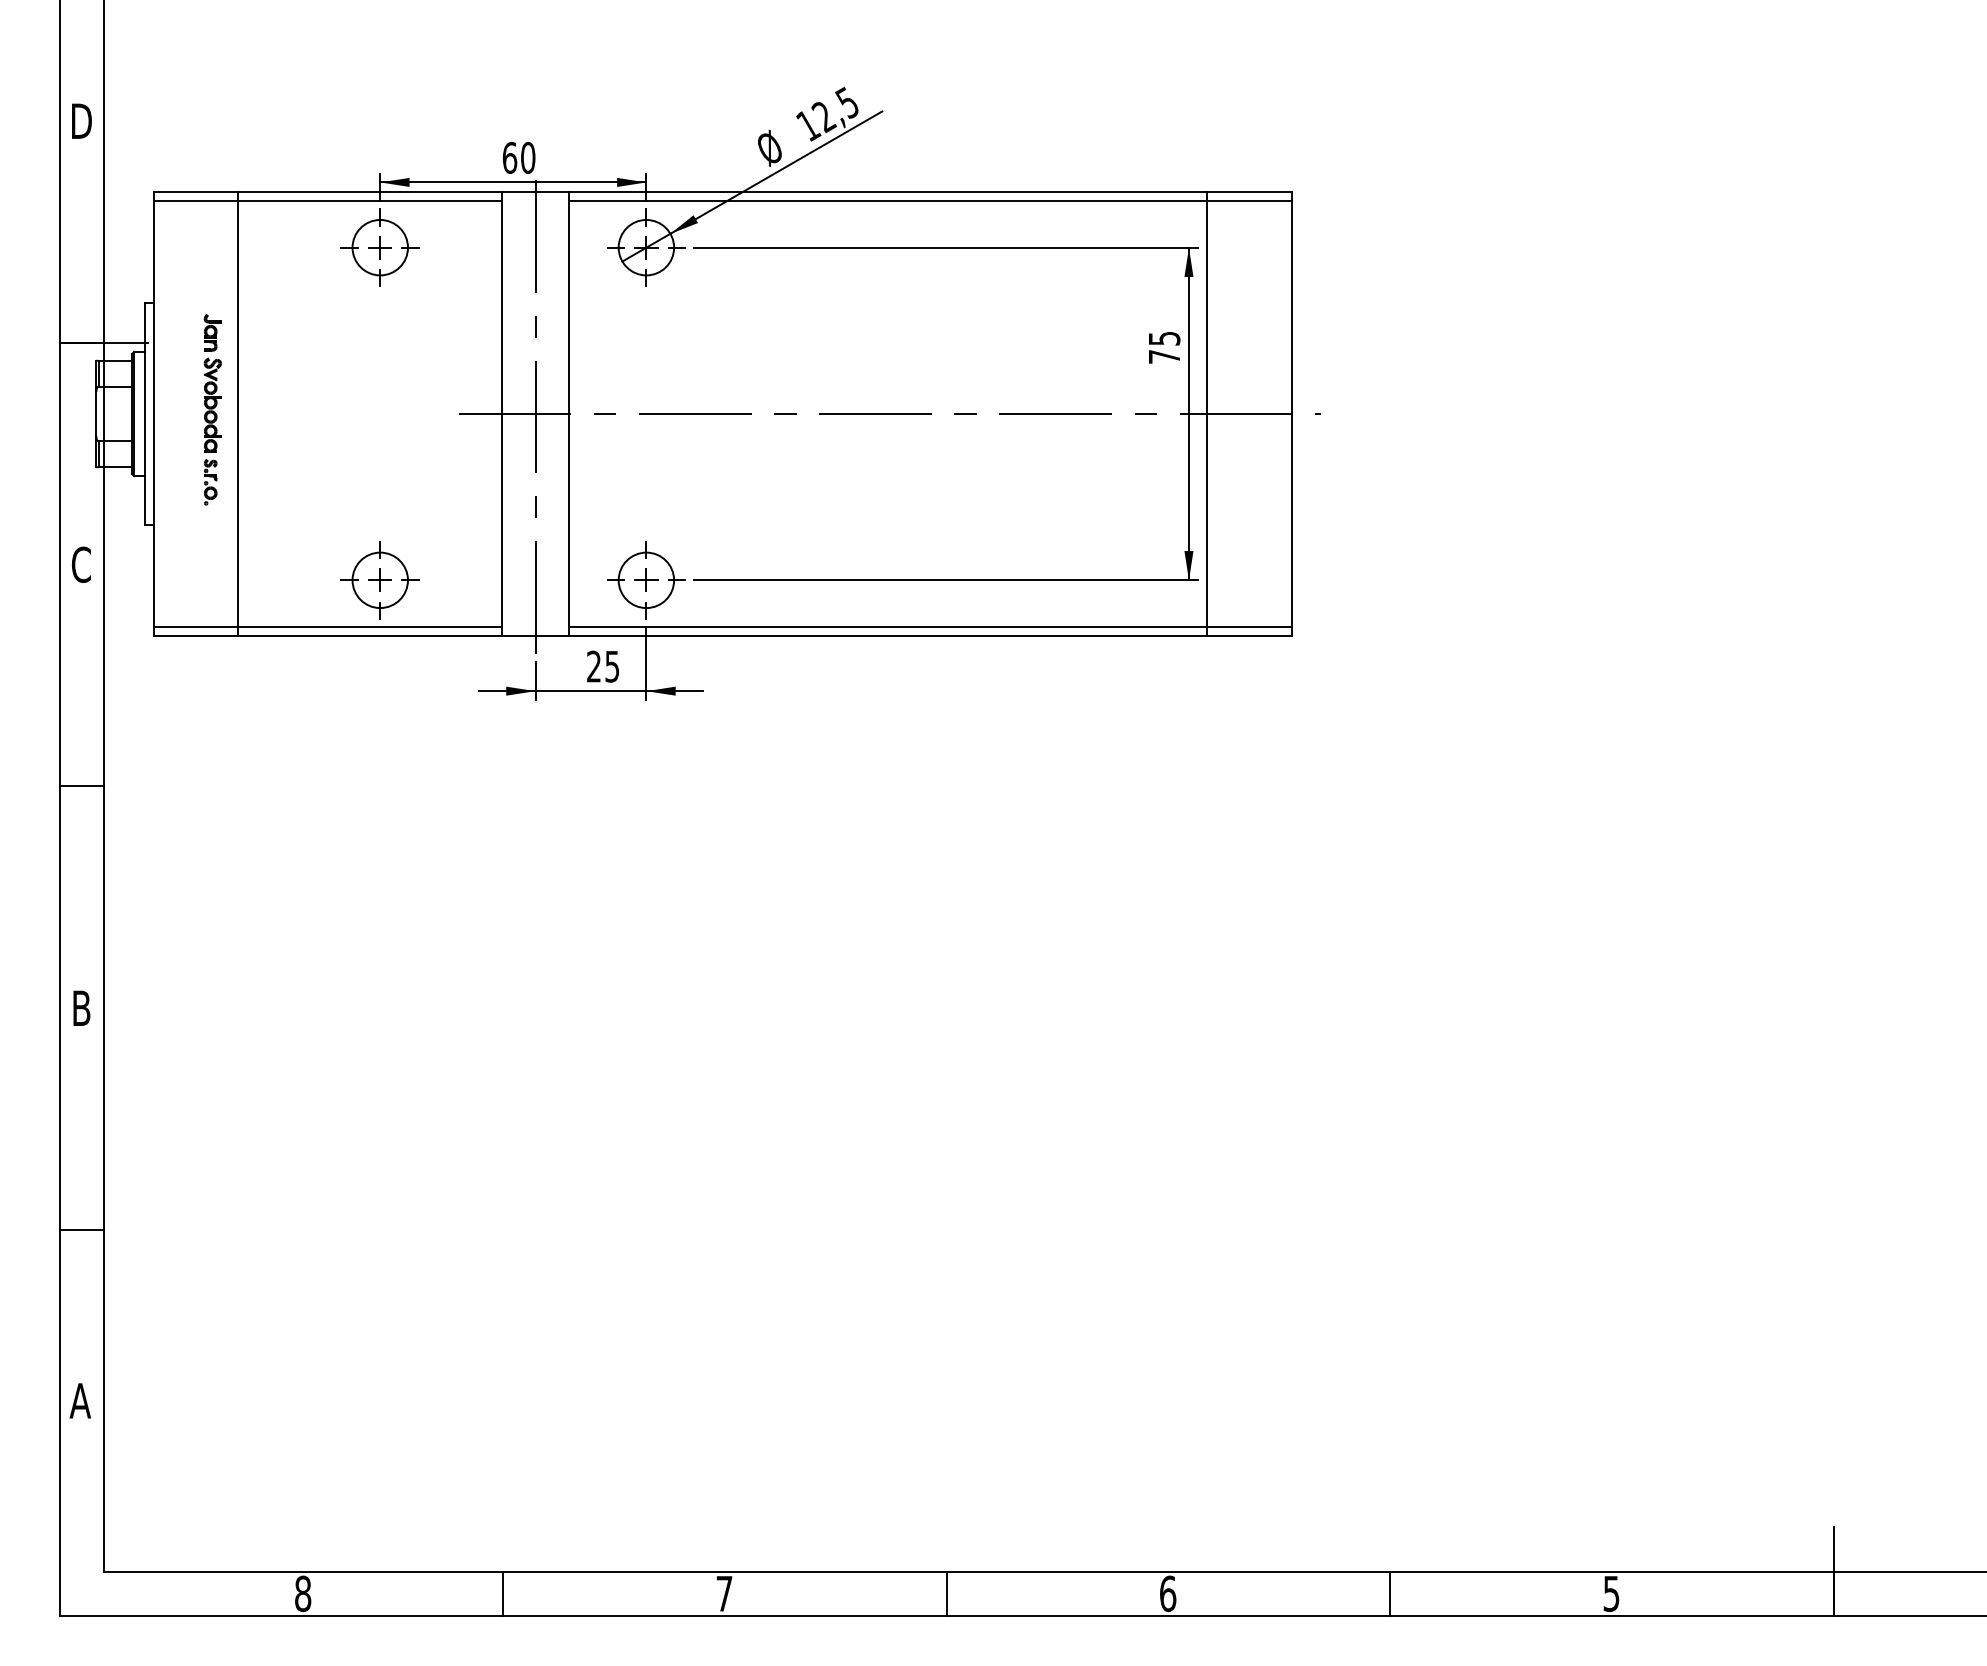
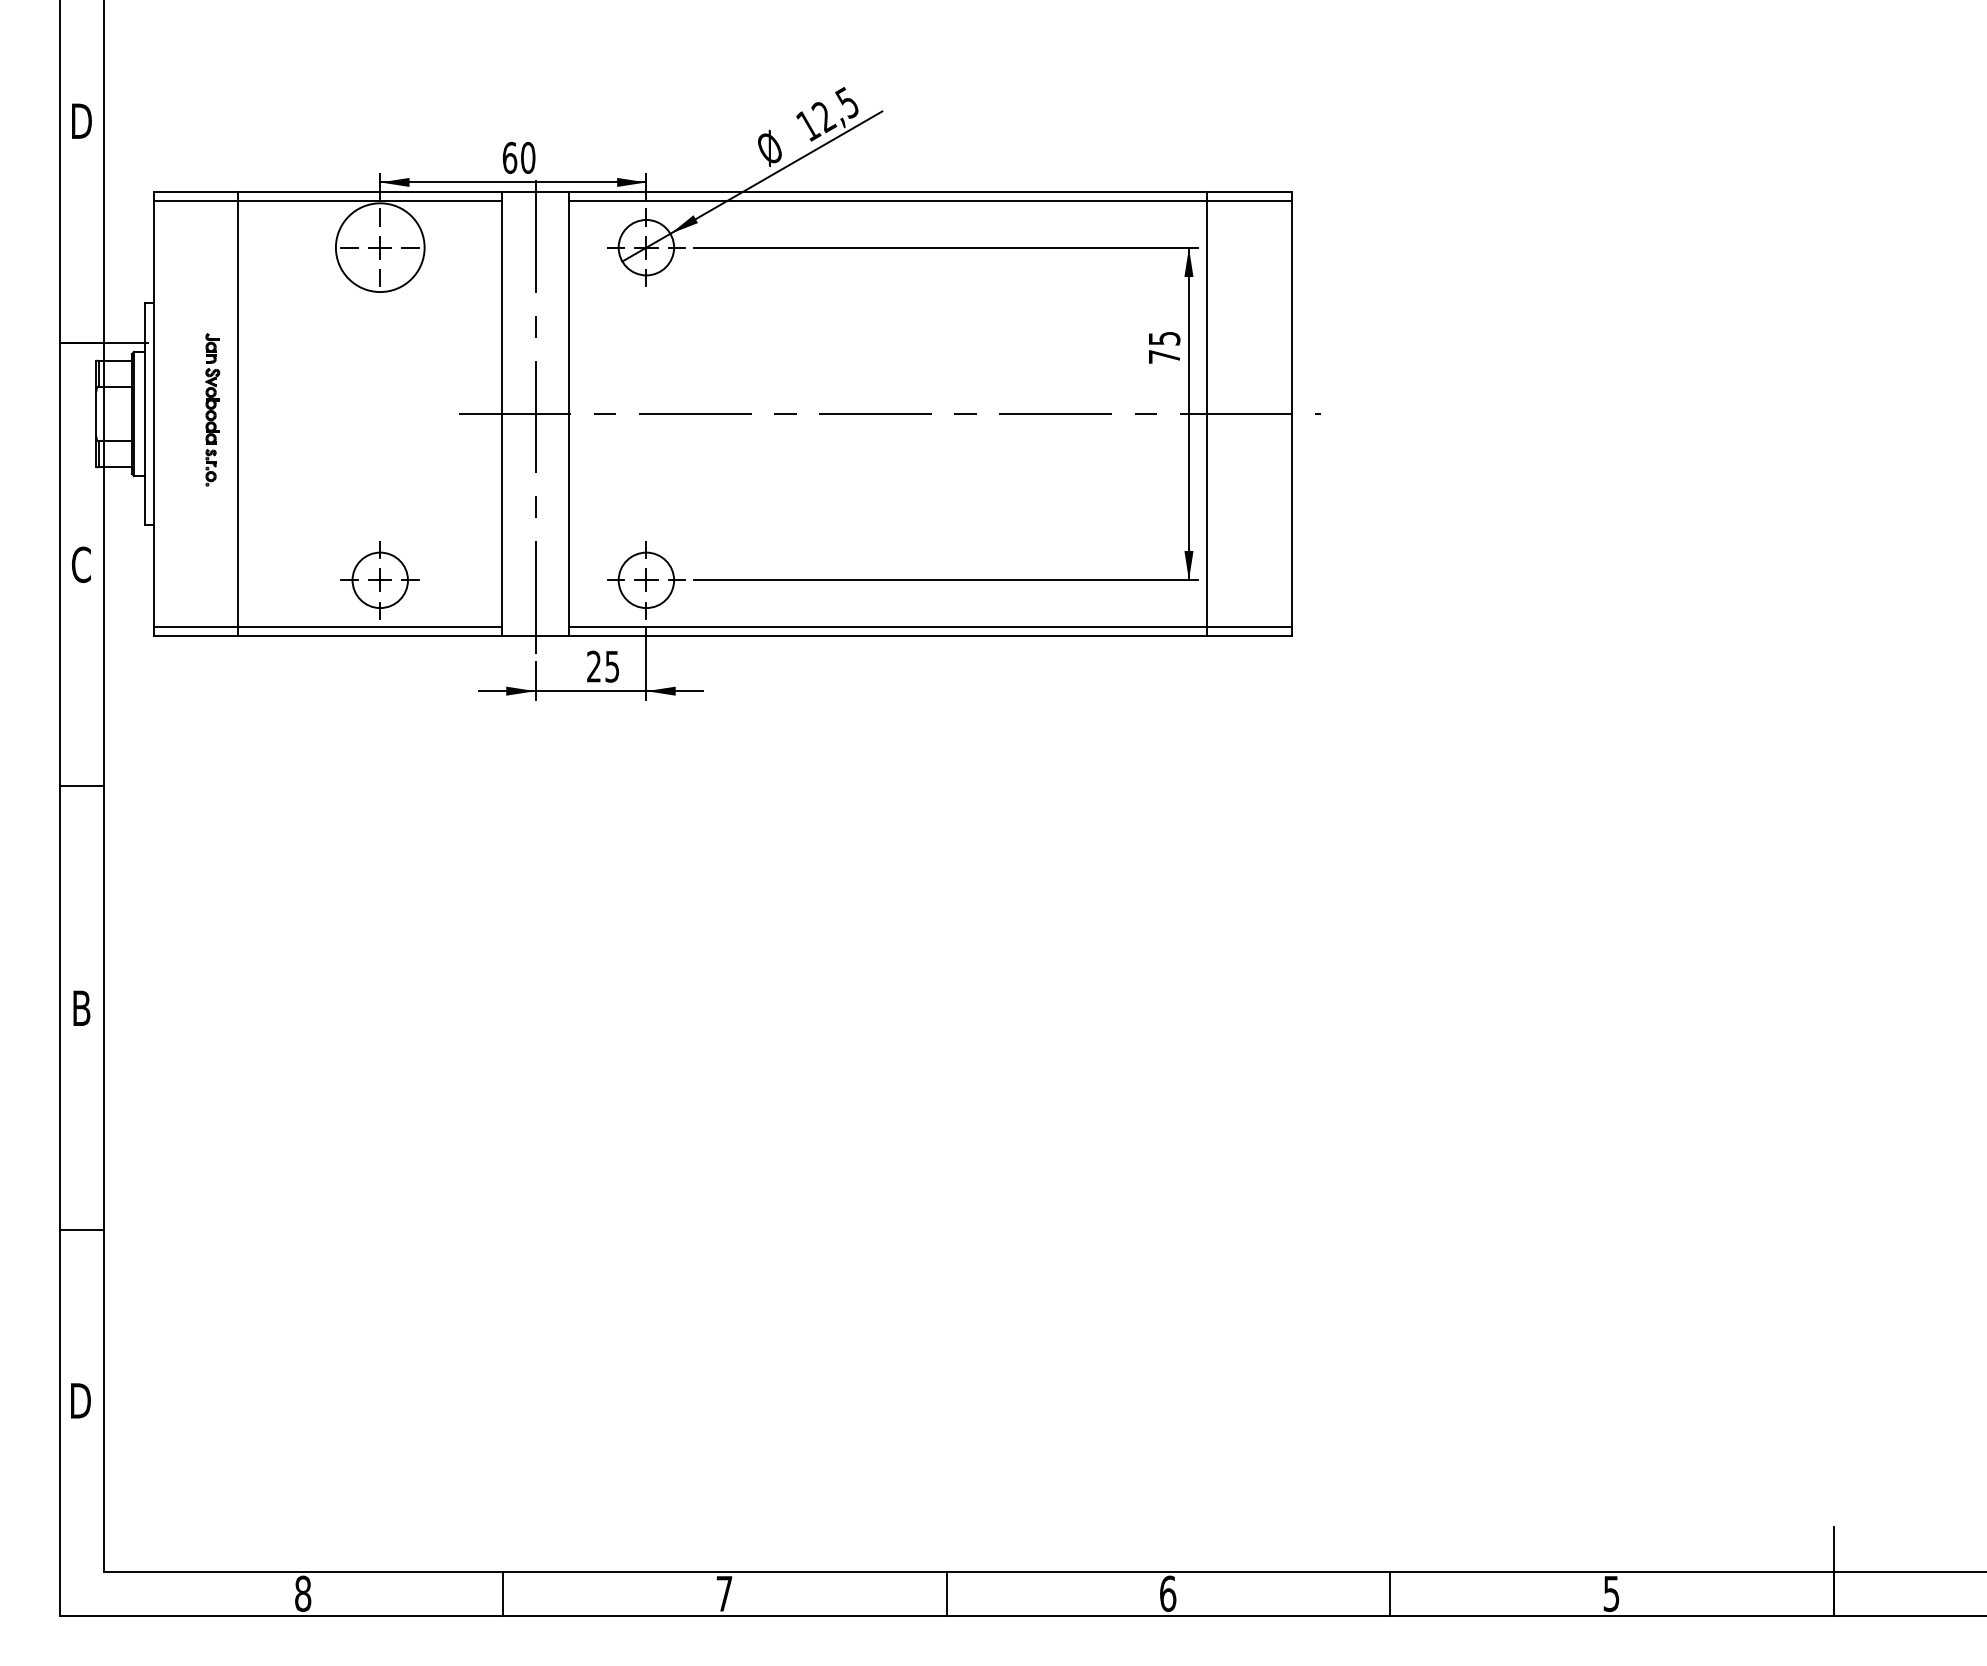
circle at (380, 247) diameter: 55 px -> 89 px
part at (212, 409) size: 19x192 px -> 16x154 px
text at (80, 1400): A -> D
